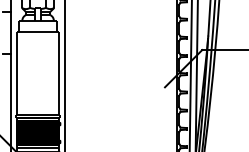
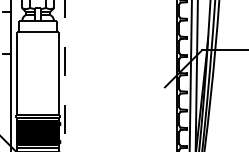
line at (65, 75): solid -> dashed
